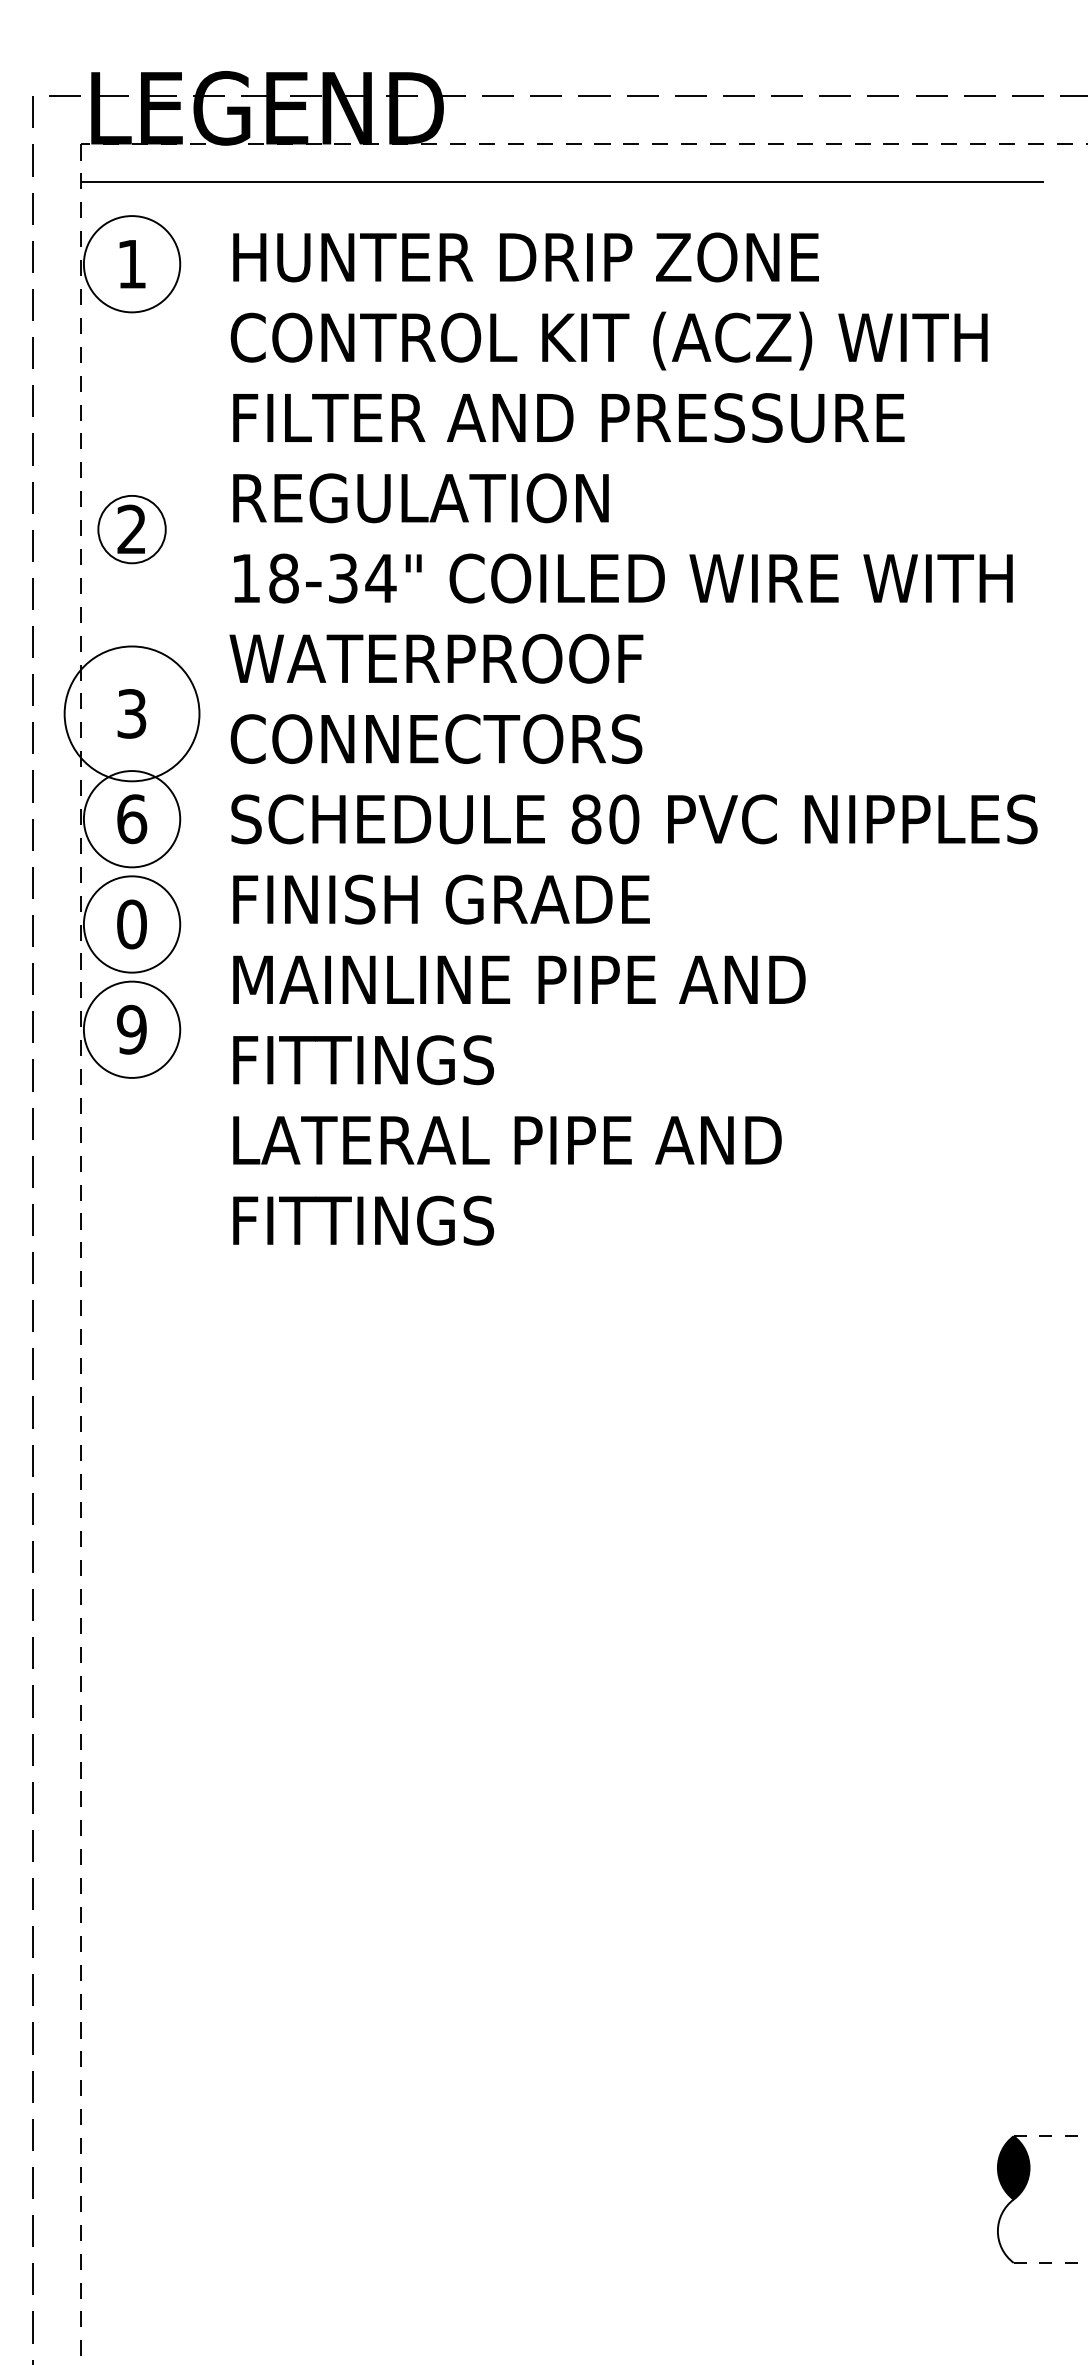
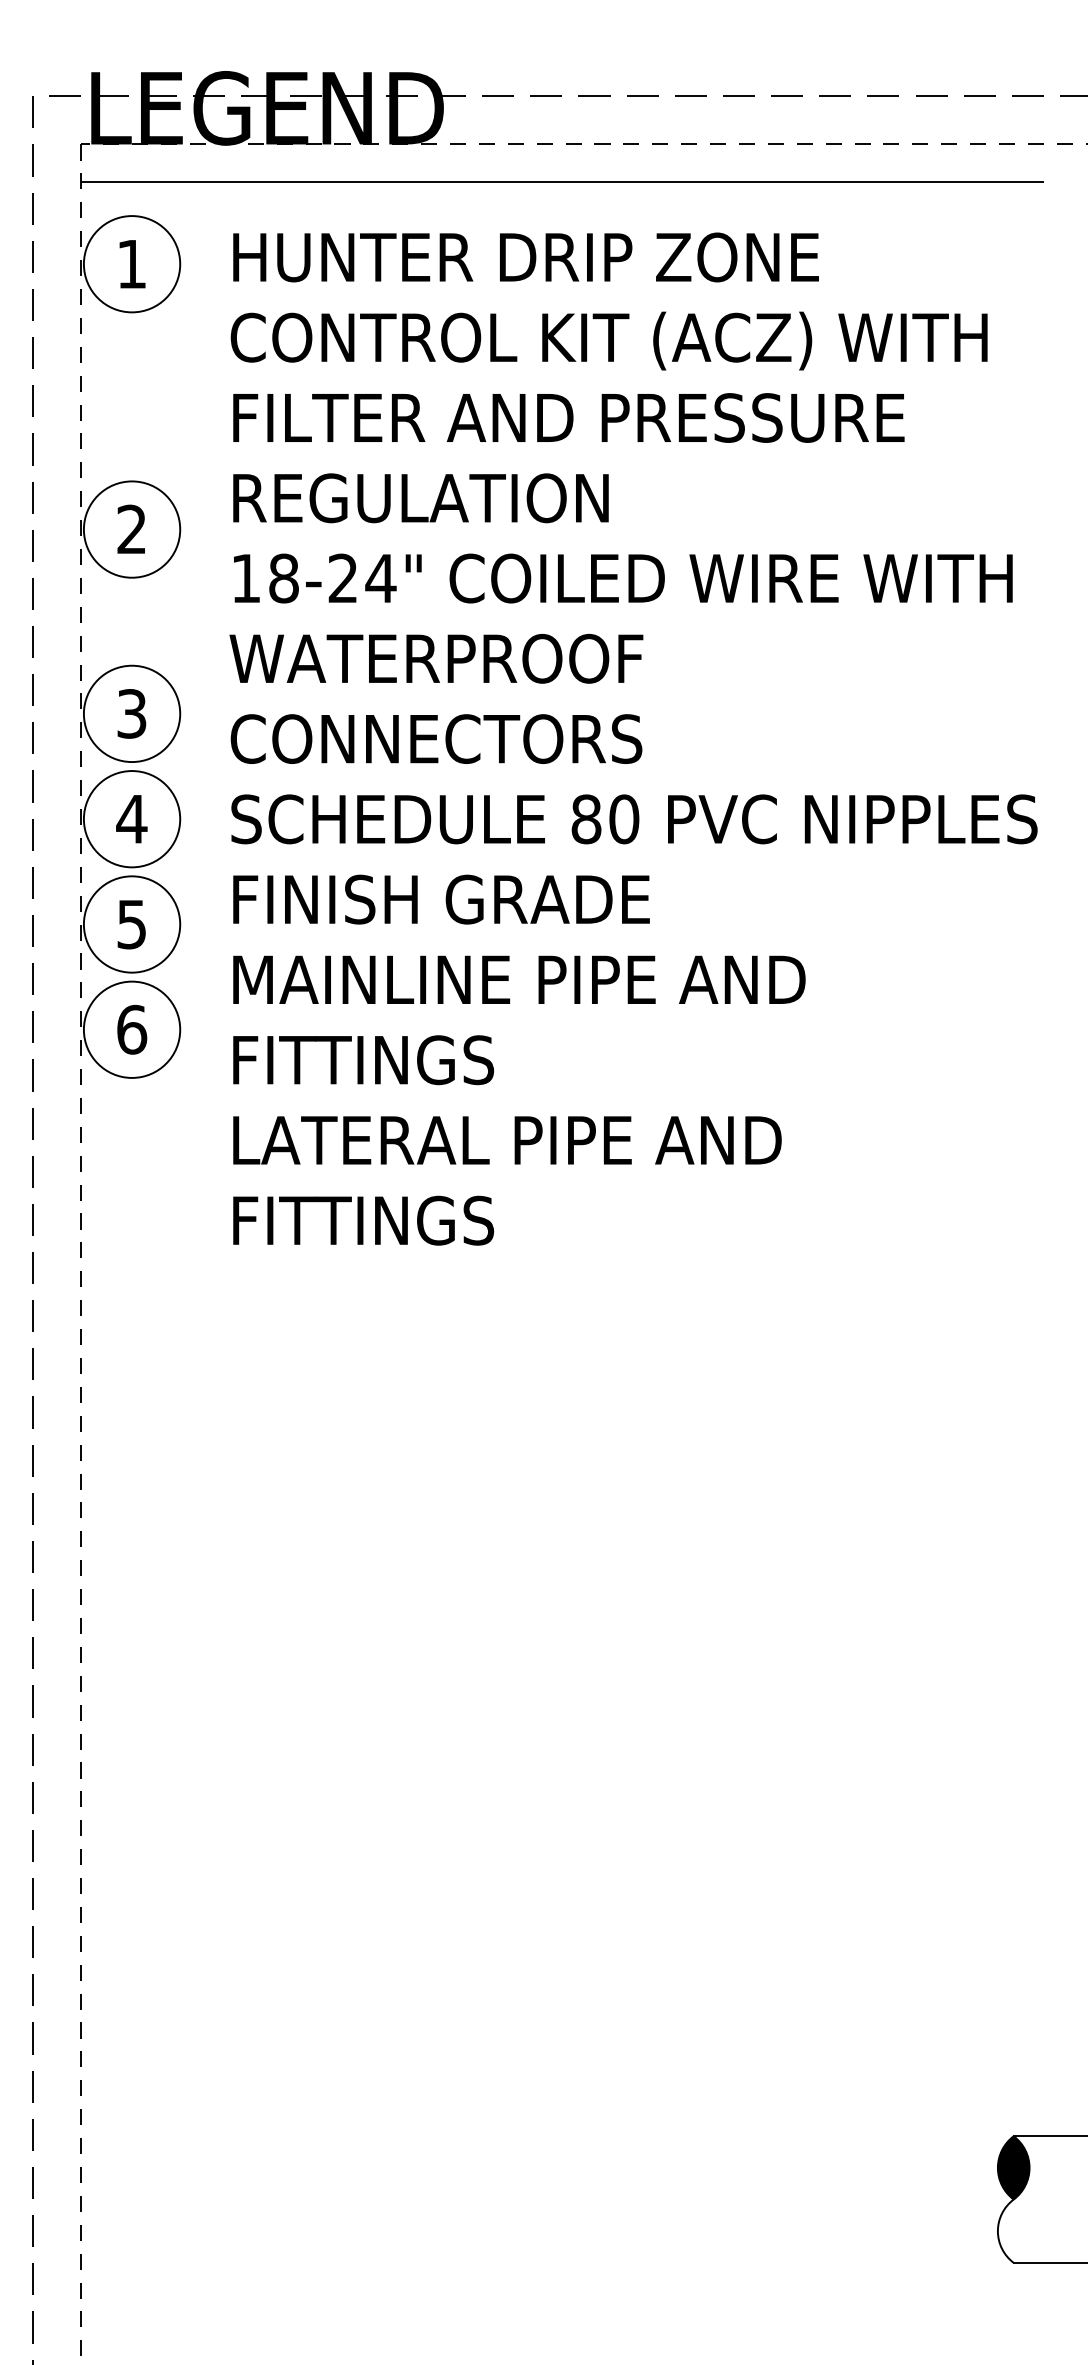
circle at (131, 529) diameter: 67 px -> 96 px
text at (342, 578): 18-34" -> 18-24"
circle at (131, 713) diameter: 135 px -> 96 px
text at (131, 819): 6 -> 4
text at (131, 924): 0 -> 5
text at (132, 1029): 9 -> 6
line at (1050, 2136): dashed -> solid
line at (1050, 2262): dashed -> solid
